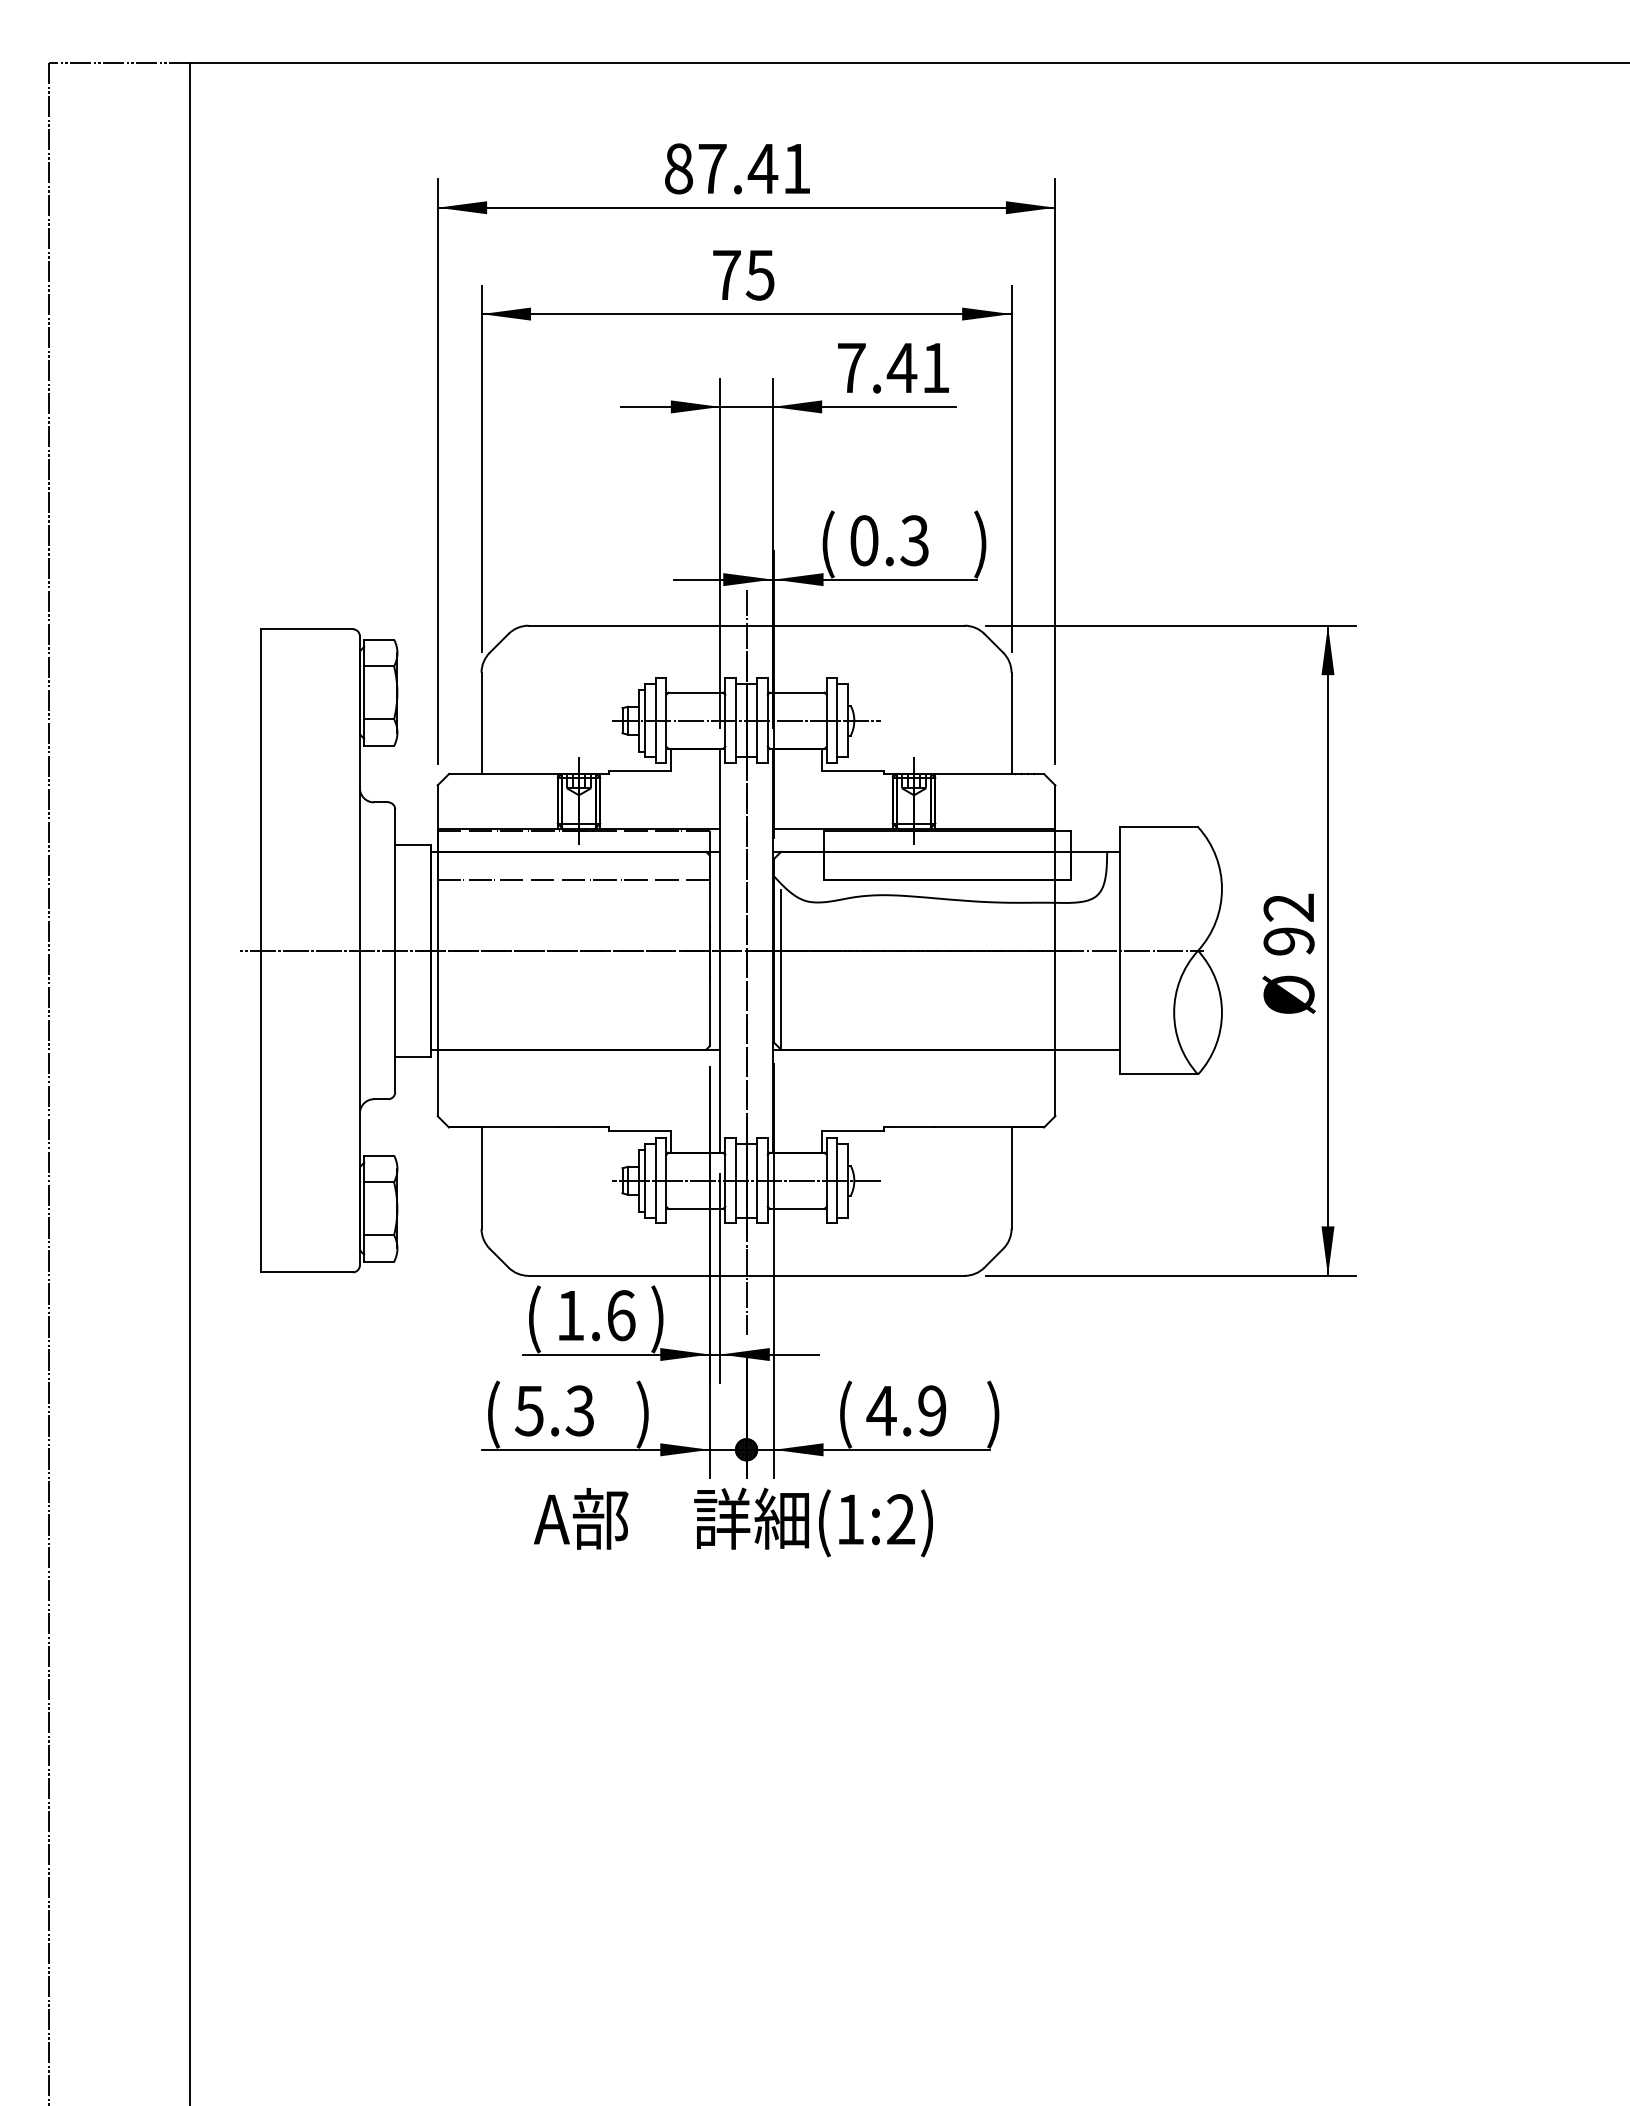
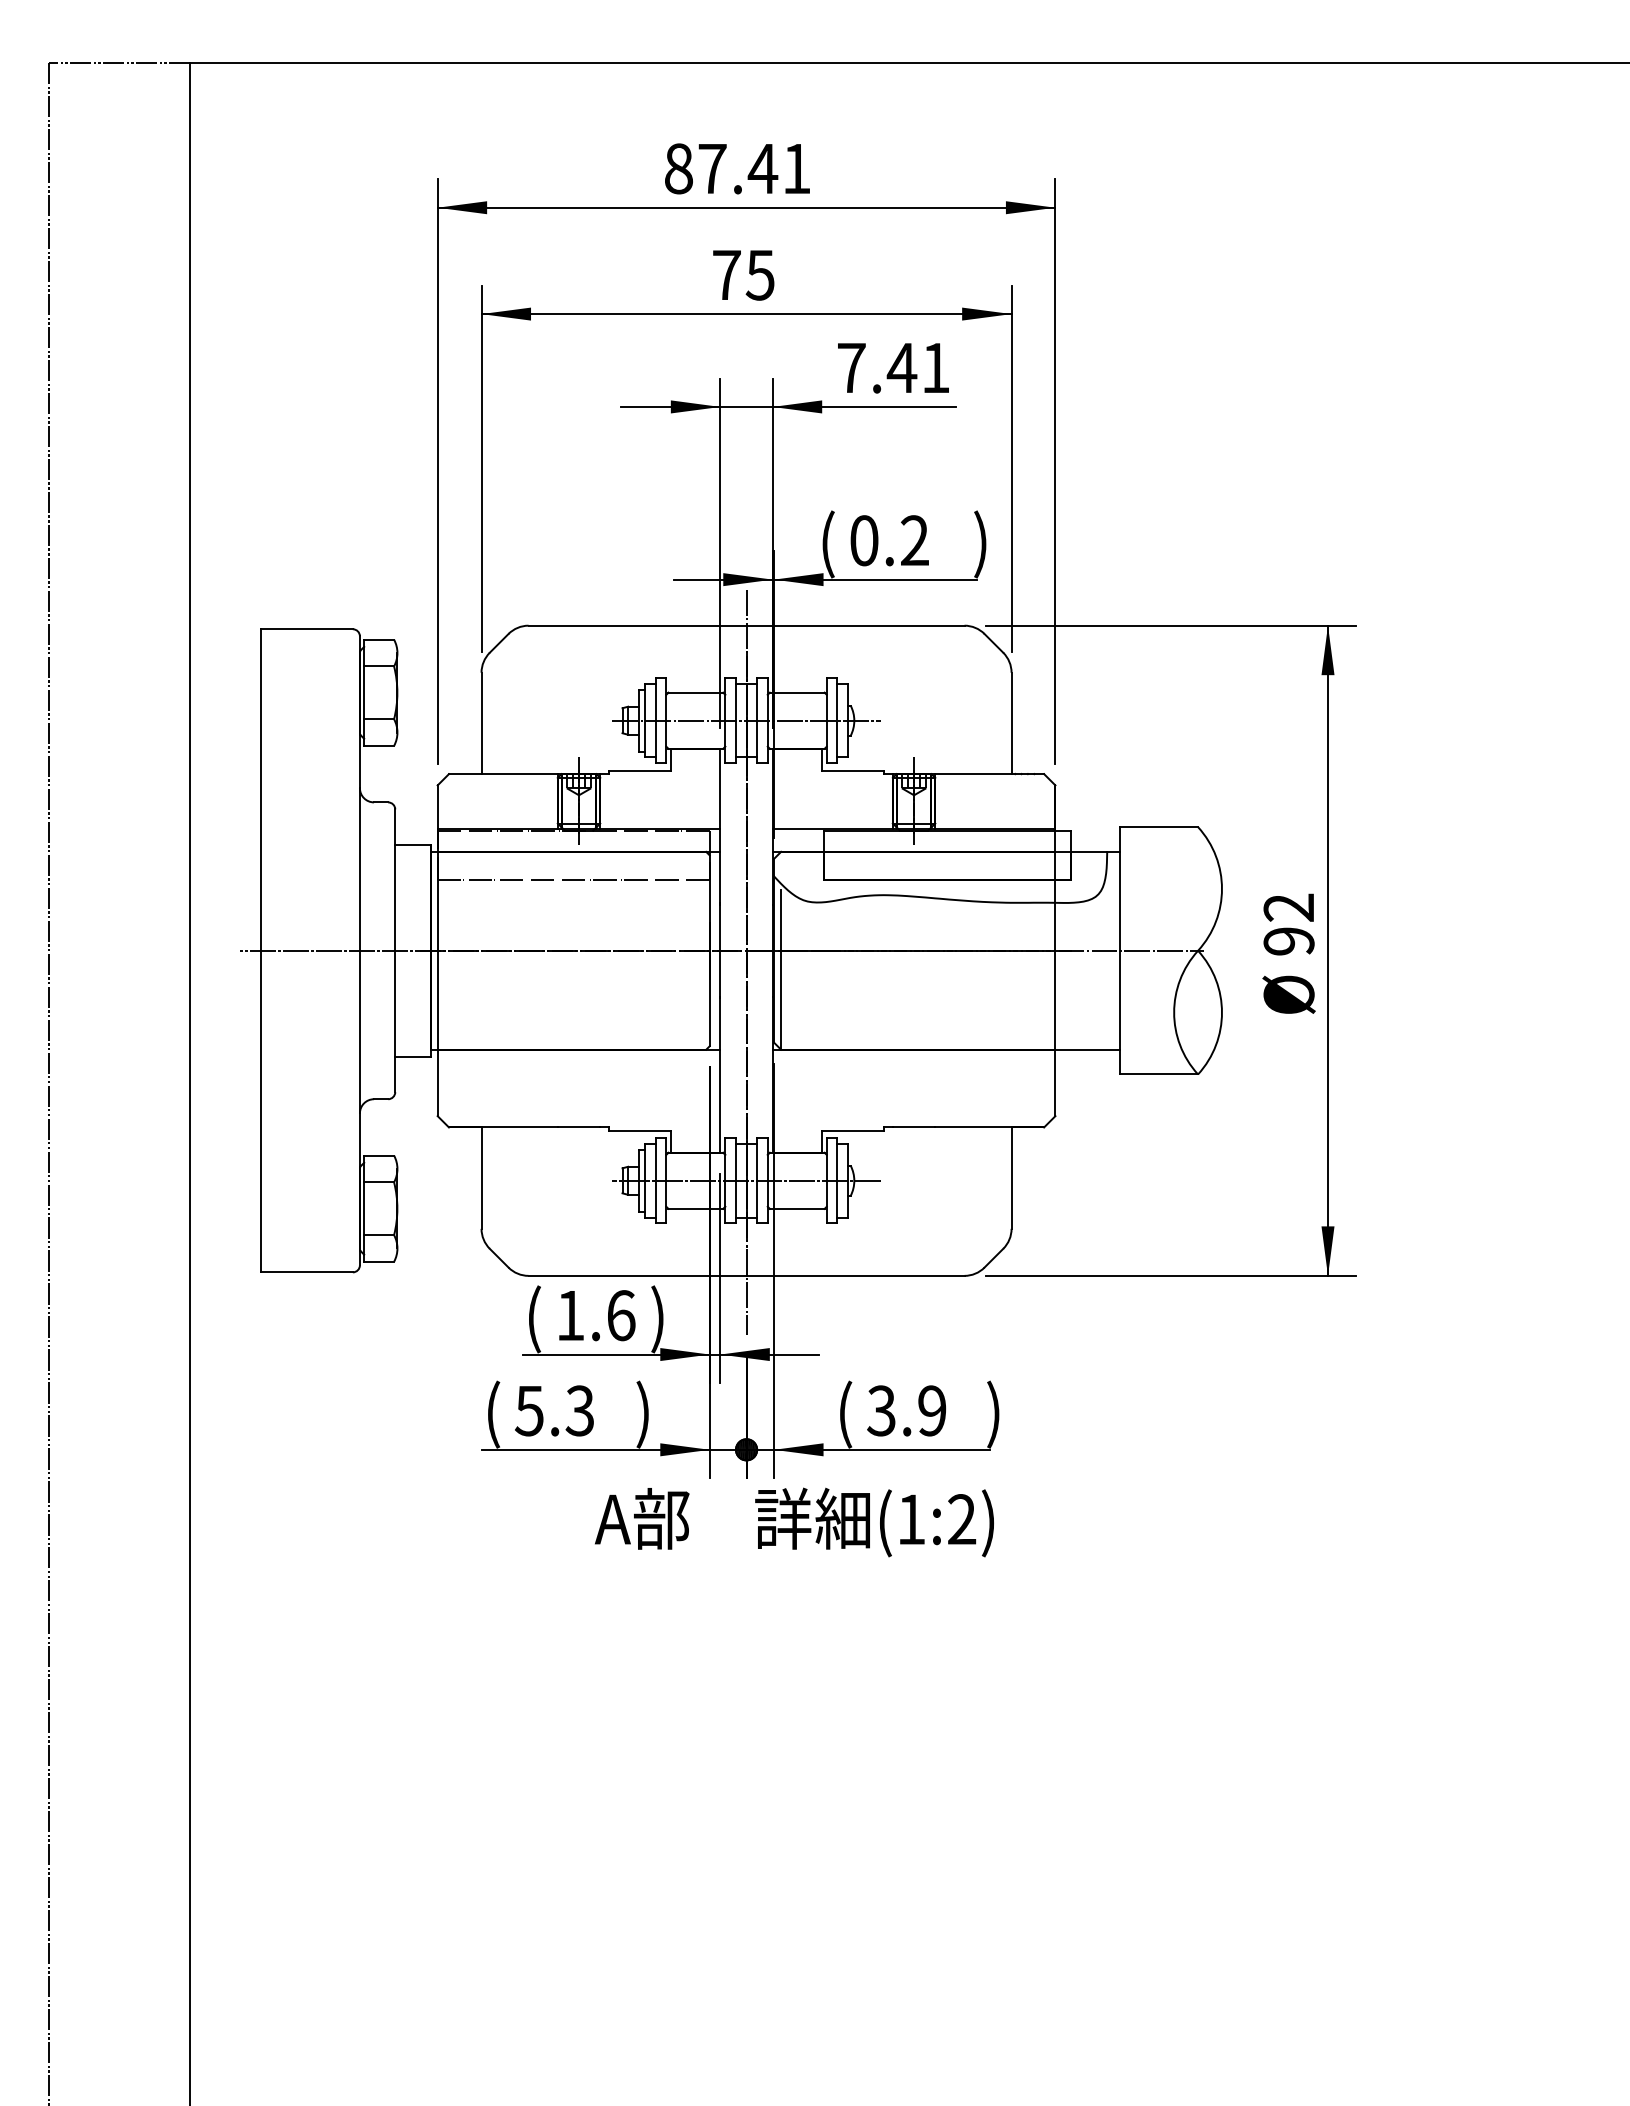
text at (914, 540): 0.3 -> 0.2
text at (881, 1410): 4.9 -> 3.9
text at (733, 1522) position: (733, 1522) -> (794, 1522)
